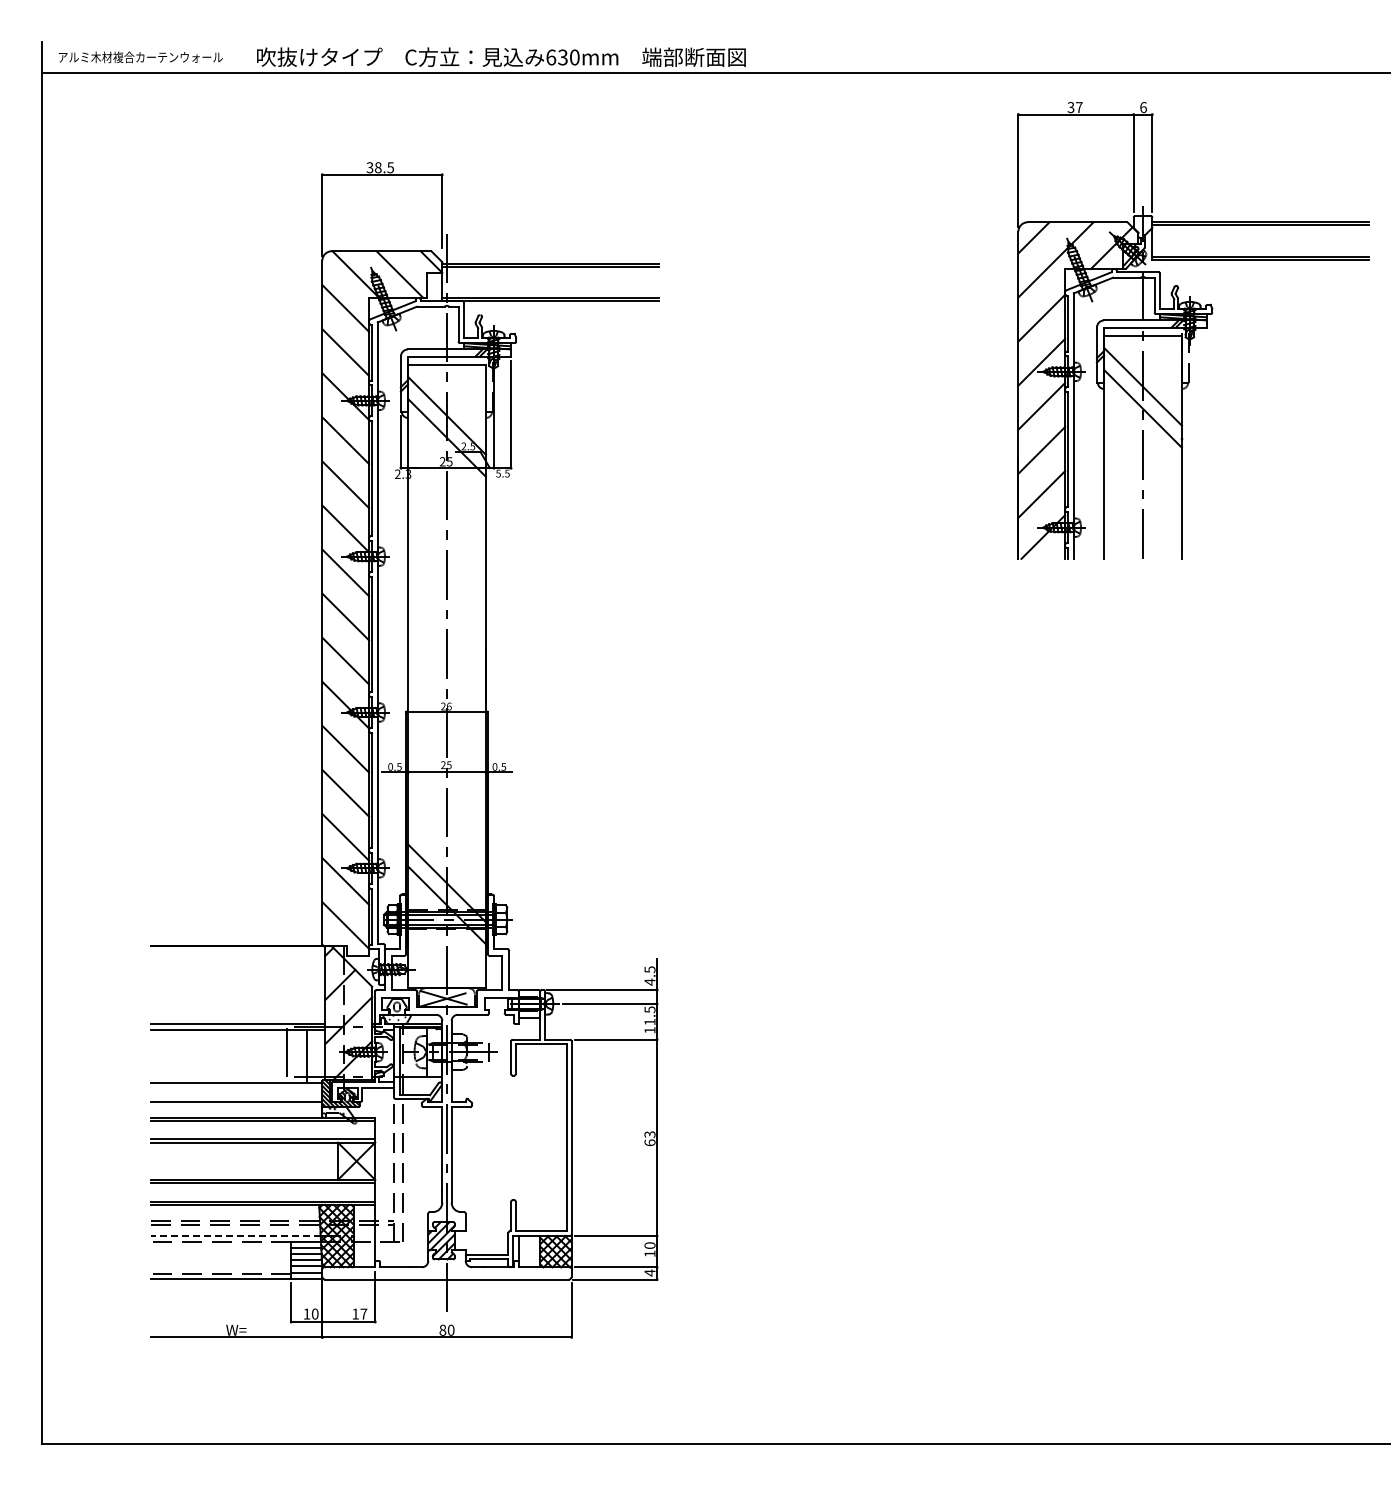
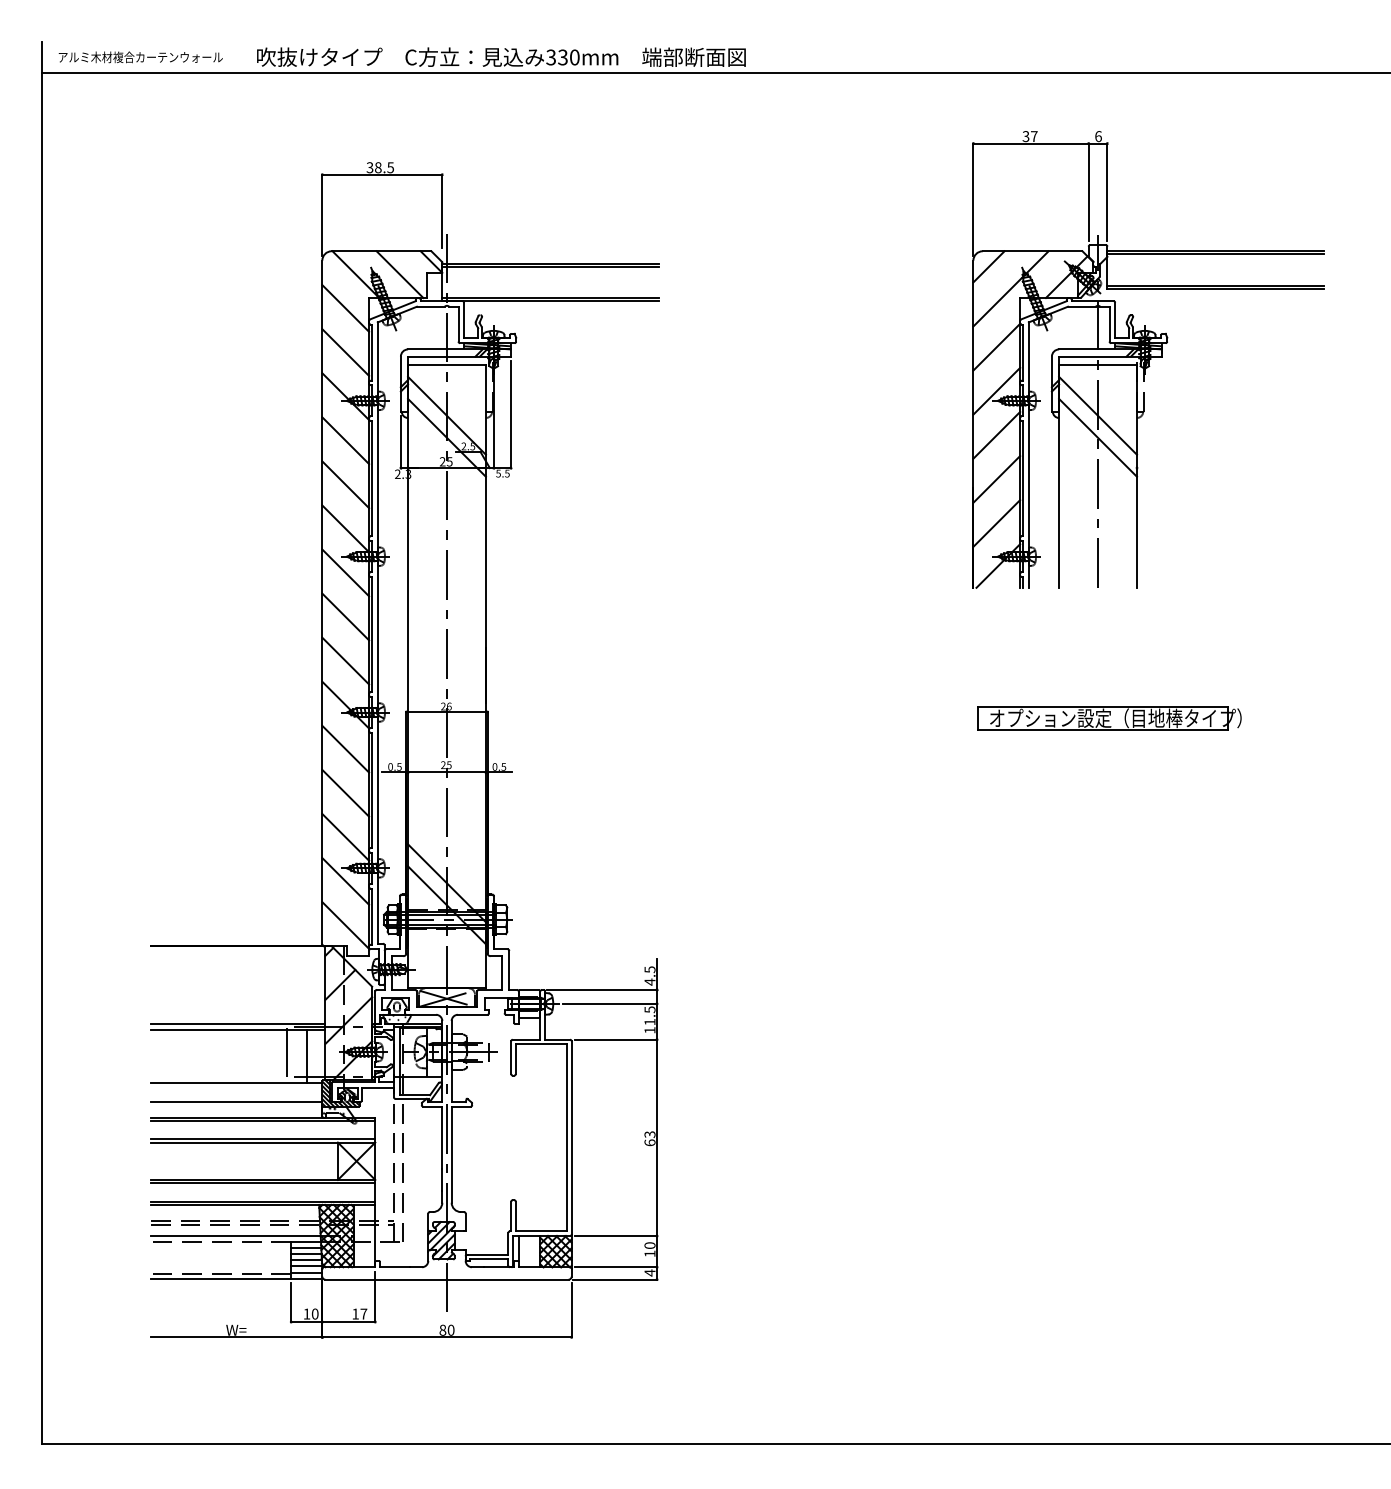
text at (551, 57): 630mm -> 330mm
part at (1193, 330) position: (1193, 330) -> (1148, 359)
part at (1109, 718): none -> present
line at (235, 1236): dashed -> solid
